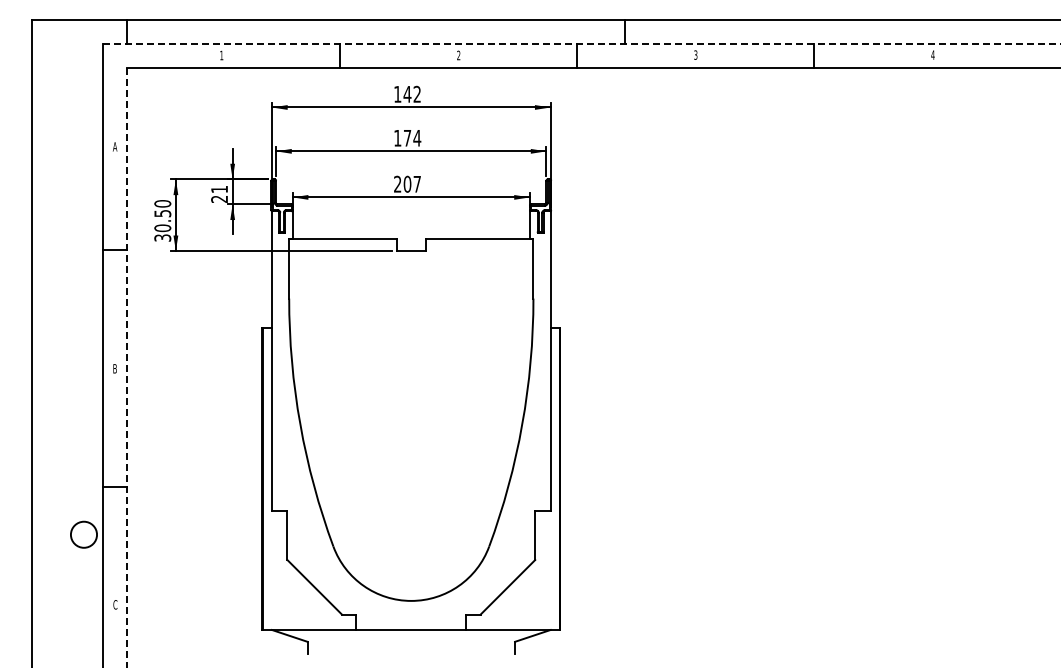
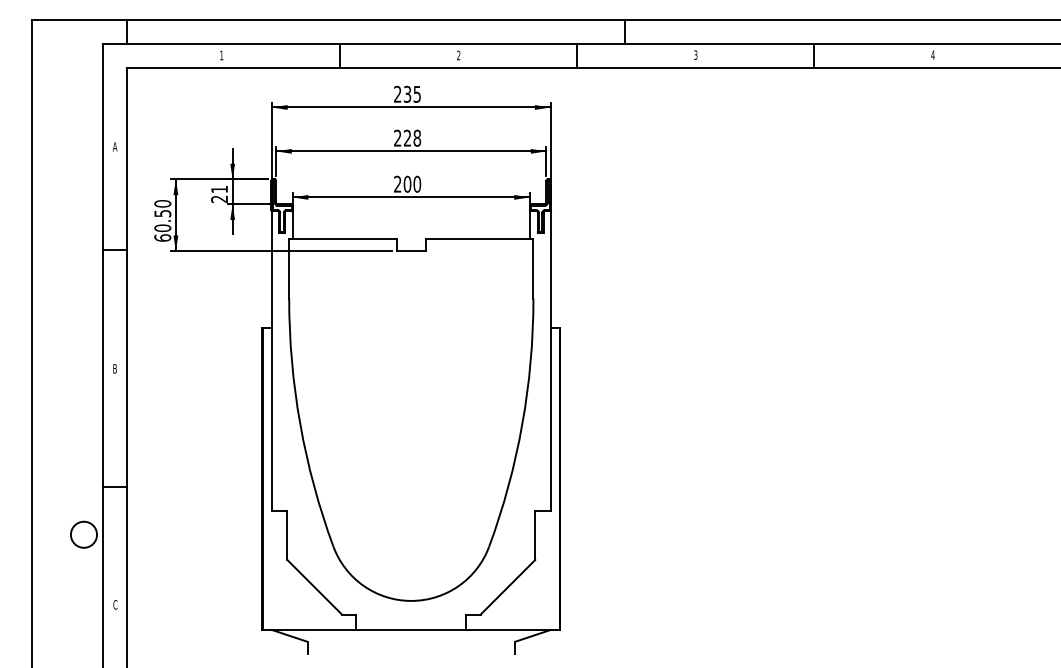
line at (581, 43): dashed -> solid
text at (407, 93): 142 -> 235
text at (407, 137): 174 -> 228
text at (417, 183): 207 -> 200
text at (162, 237): 30.50 -> 60.50
line at (126, 367): dashed -> solid
